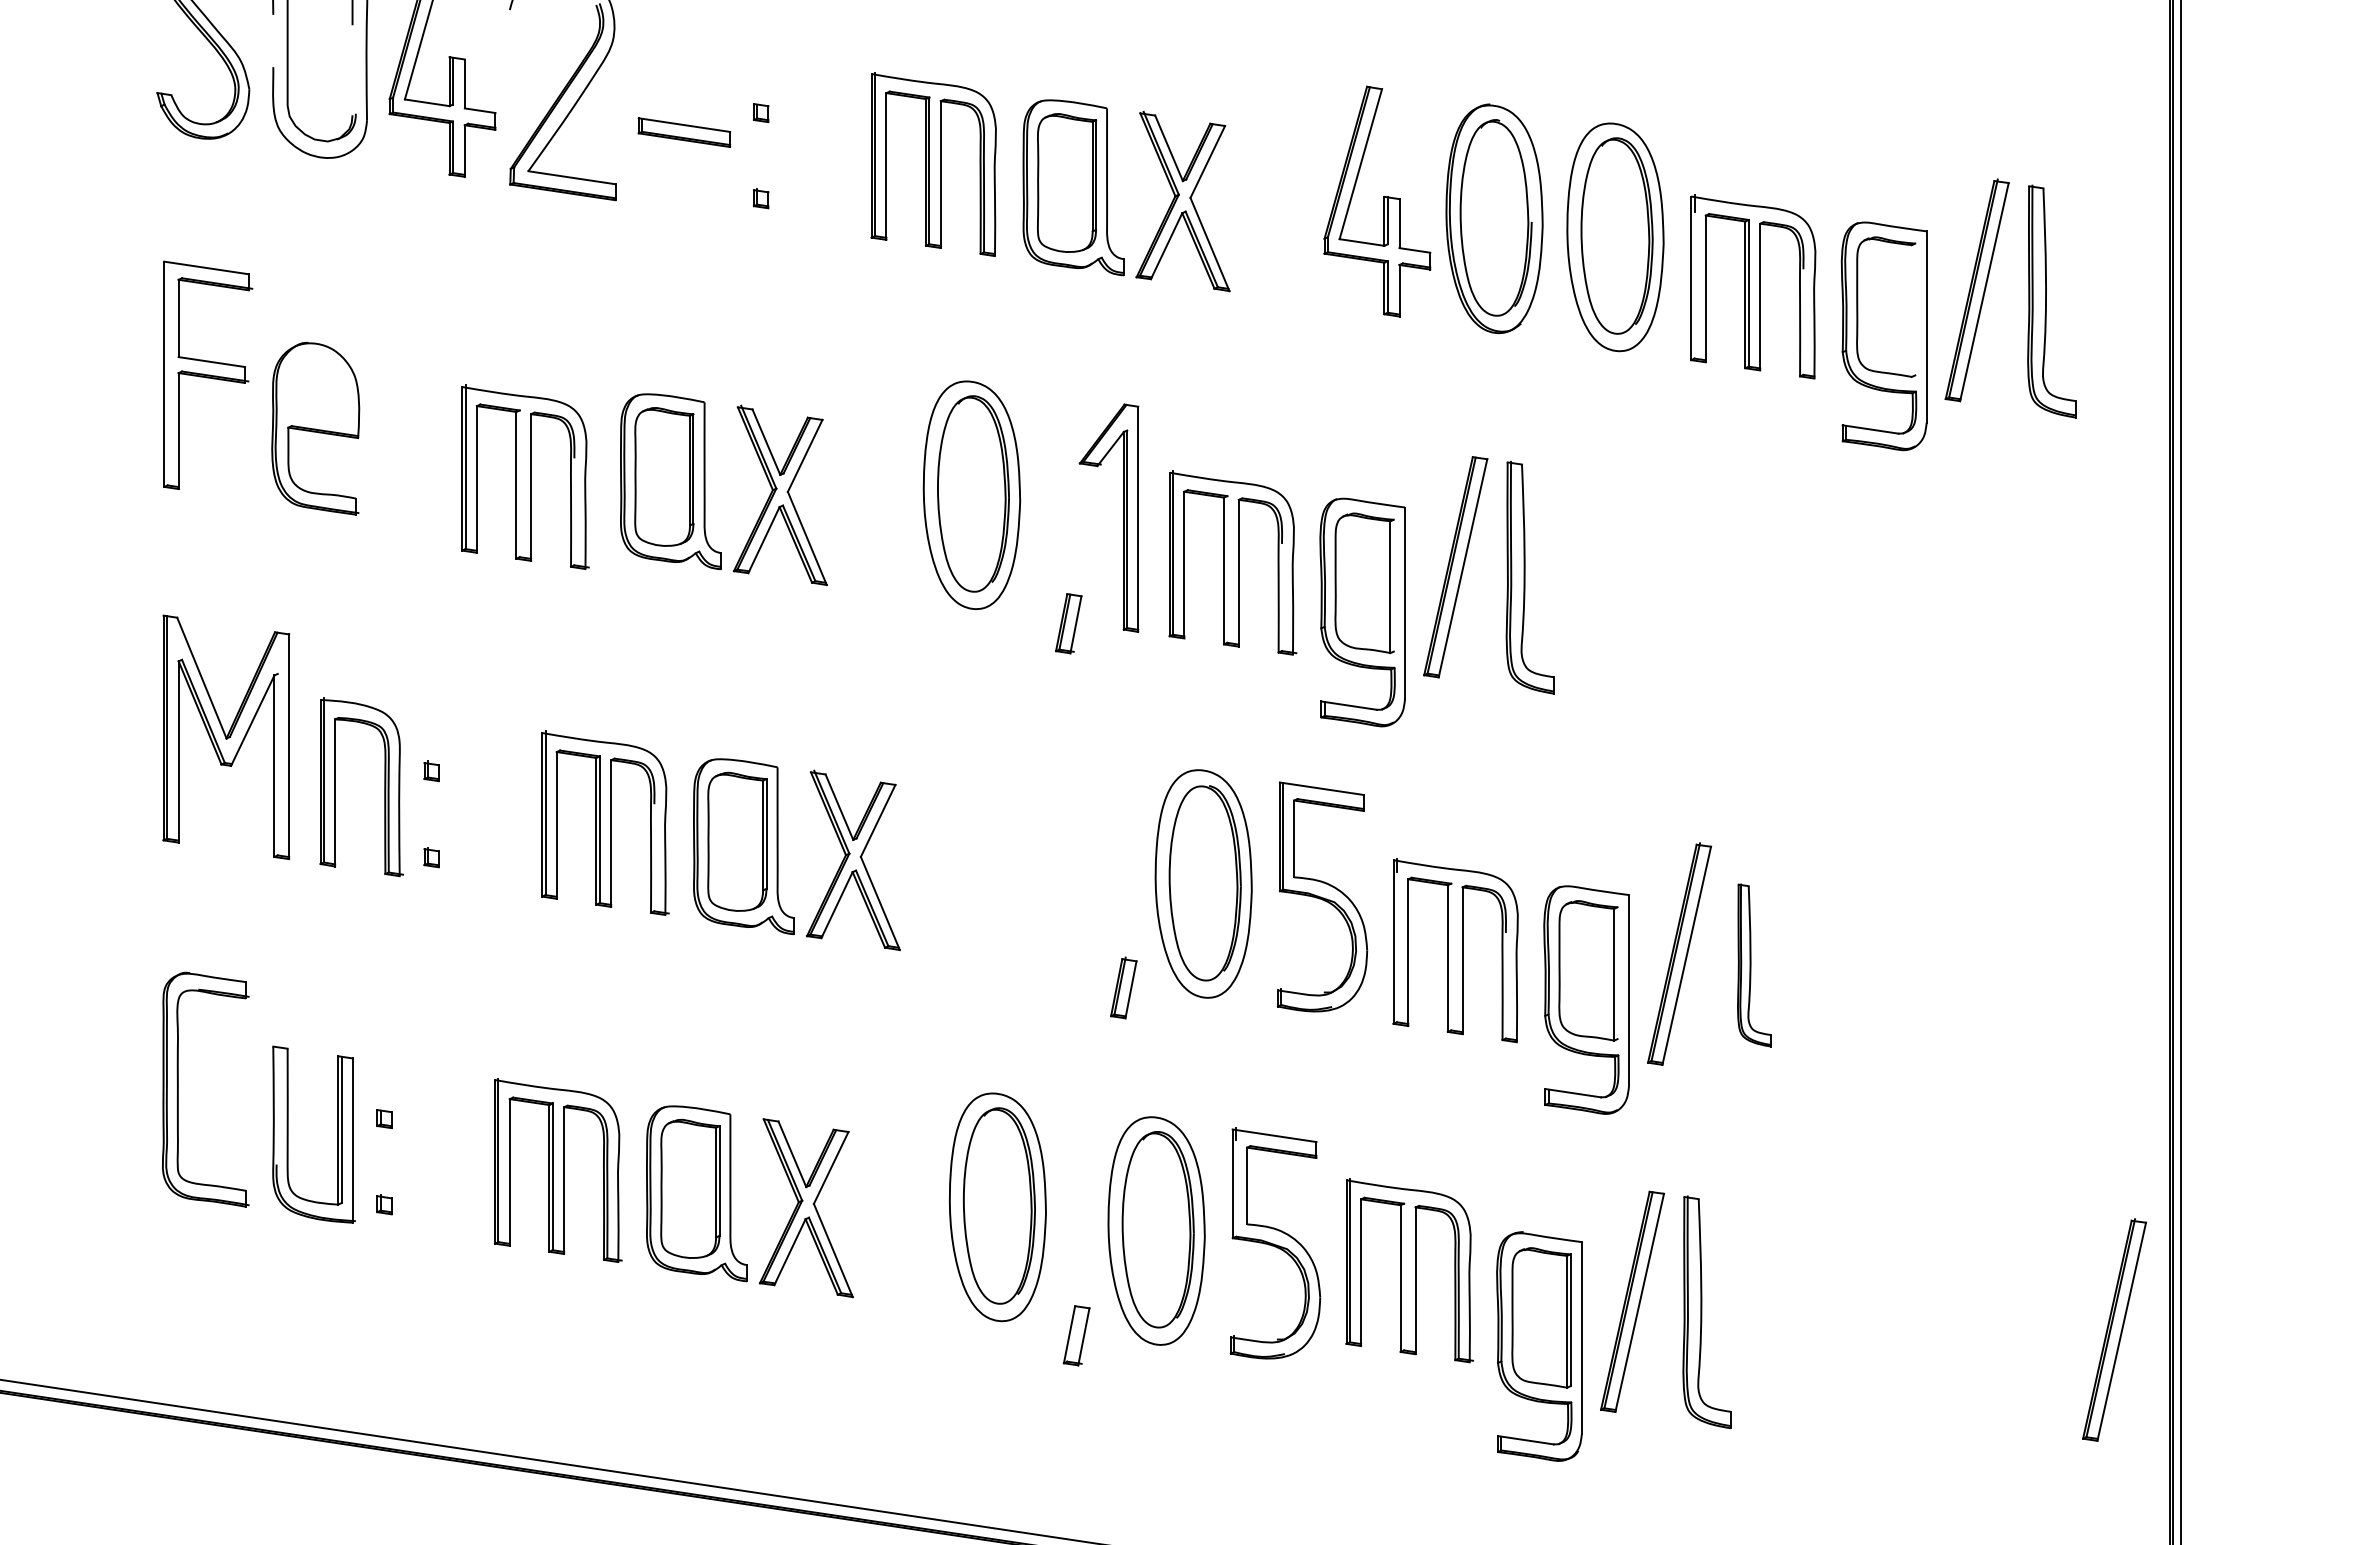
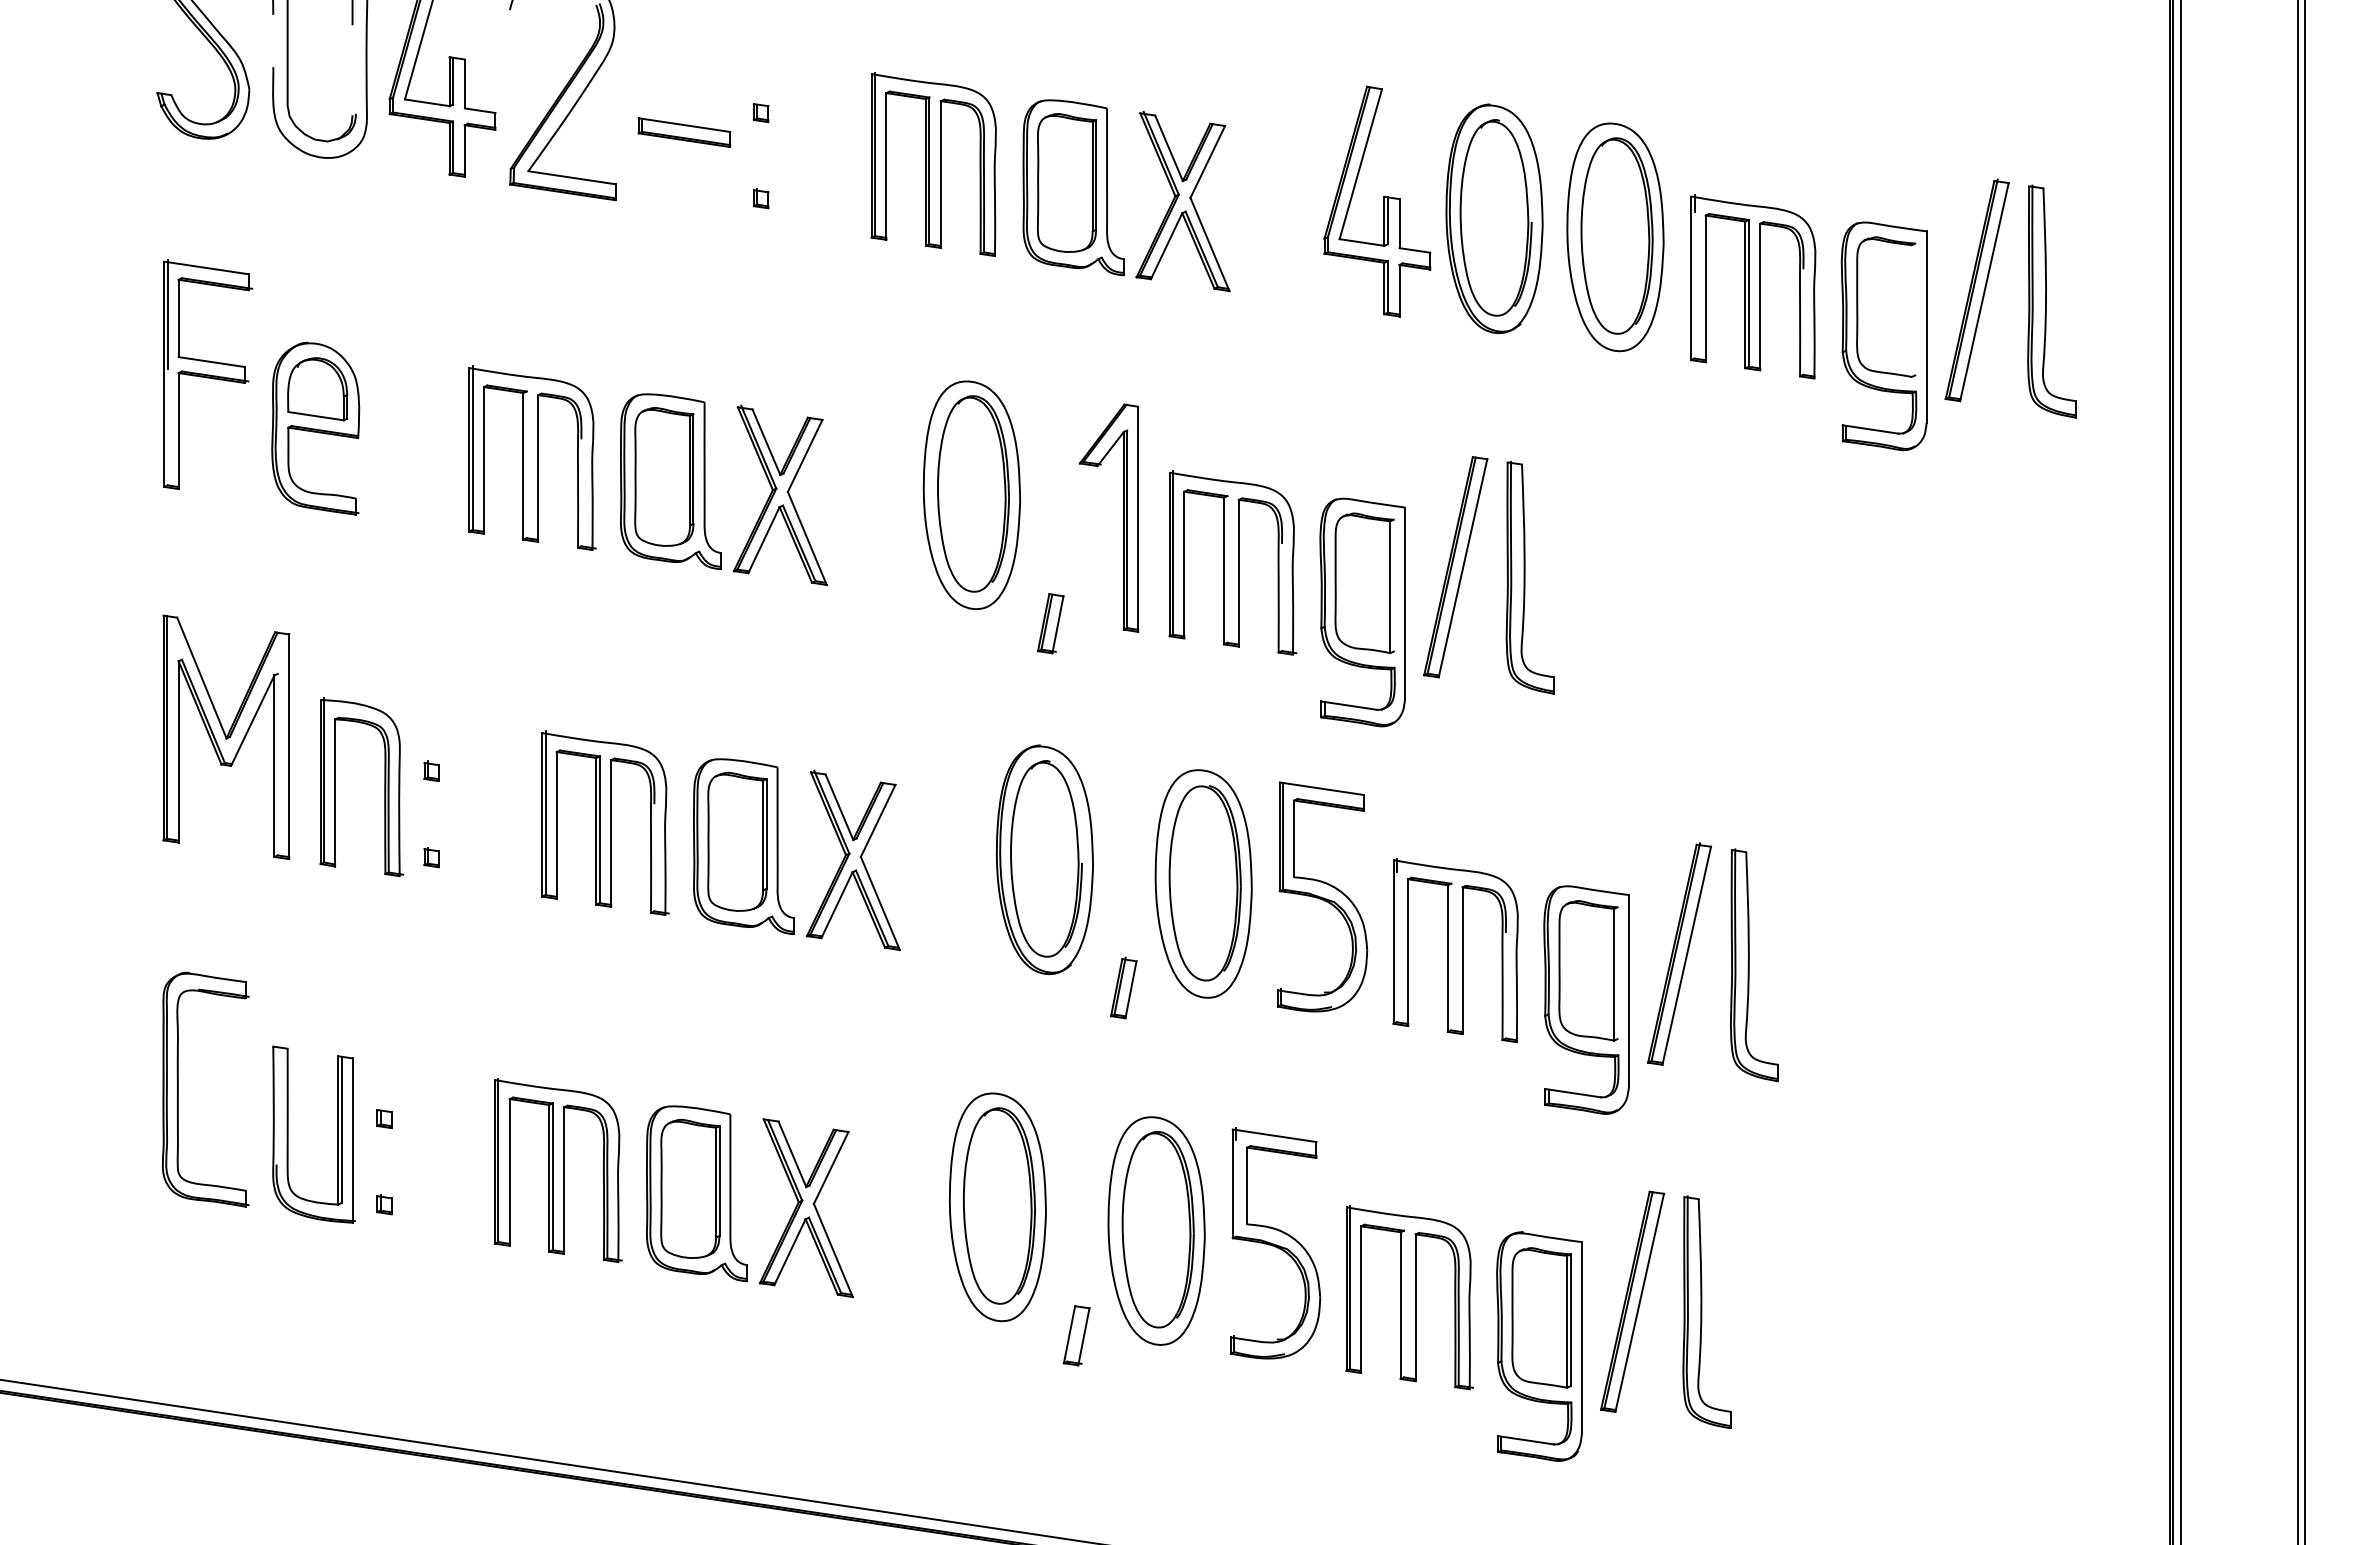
line at (167, 314): none -> present
part at (317, 389): none -> present
part at (525, 476) position: (525, 476) -> (532, 457)
part at (1068, 623) position: (1068, 623) -> (1050, 623)
line at (2297, 771): none -> present
line at (2304, 771): none -> present
part at (1044, 859): none -> present
part at (1754, 965) size: 35x165 px -> 49x235 px
part at (1409, 1270) position: (1409, 1270) -> (1409, 1297)
part at (2114, 1329): present -> none
